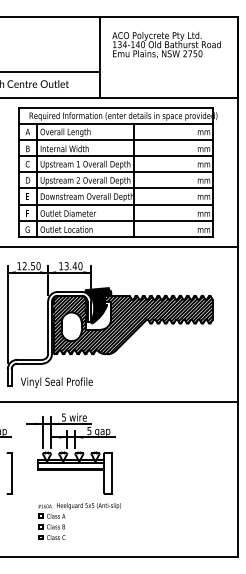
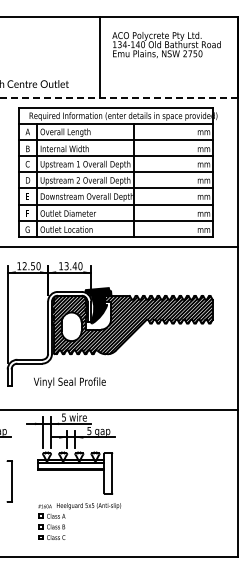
line at (50, 72): present -> none
line at (119, 97): solid -> dashed
text at (56, 382) position: (56, 382) -> (69, 382)
line at (120, 401) position: (120, 401) -> (120, 409)
part at (9, 473) position: (9, 473) -> (9, 481)
